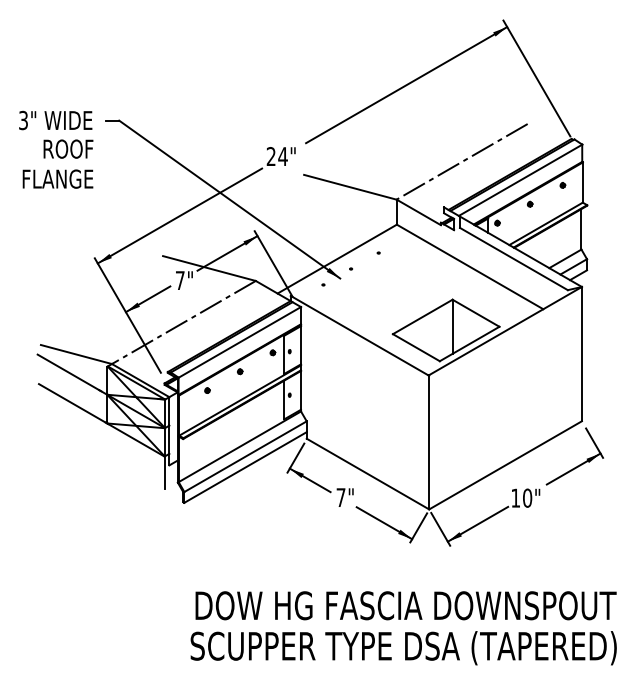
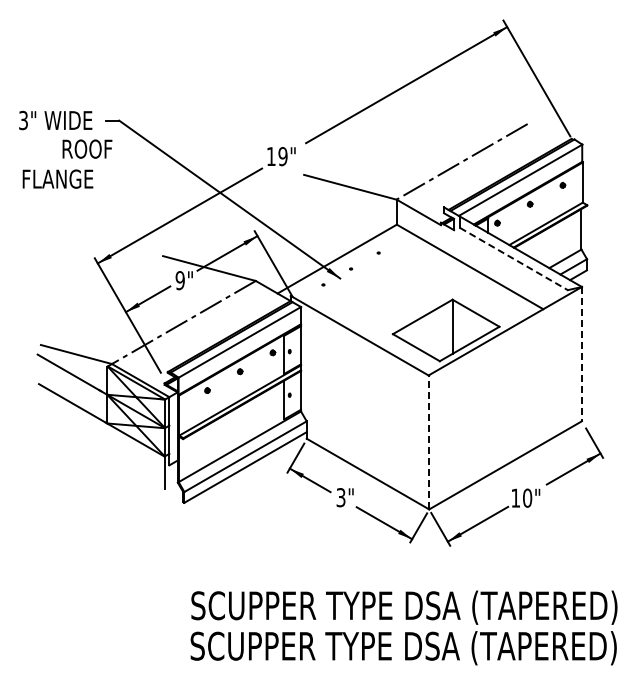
text at (68, 148) position: (68, 148) -> (87, 148)
text at (276, 156): 24" -> 19"
line at (514, 259): solid -> dashed
text at (179, 280): 7" -> 9"
line at (581, 354): solid -> dashed
line at (429, 441): solid -> dashed
text at (340, 497): 7" -> 3"
text at (404, 607): DOW HG FASCIA DOWNSPOUT -> SCUPPER TYPE DSA (TAPERED)
